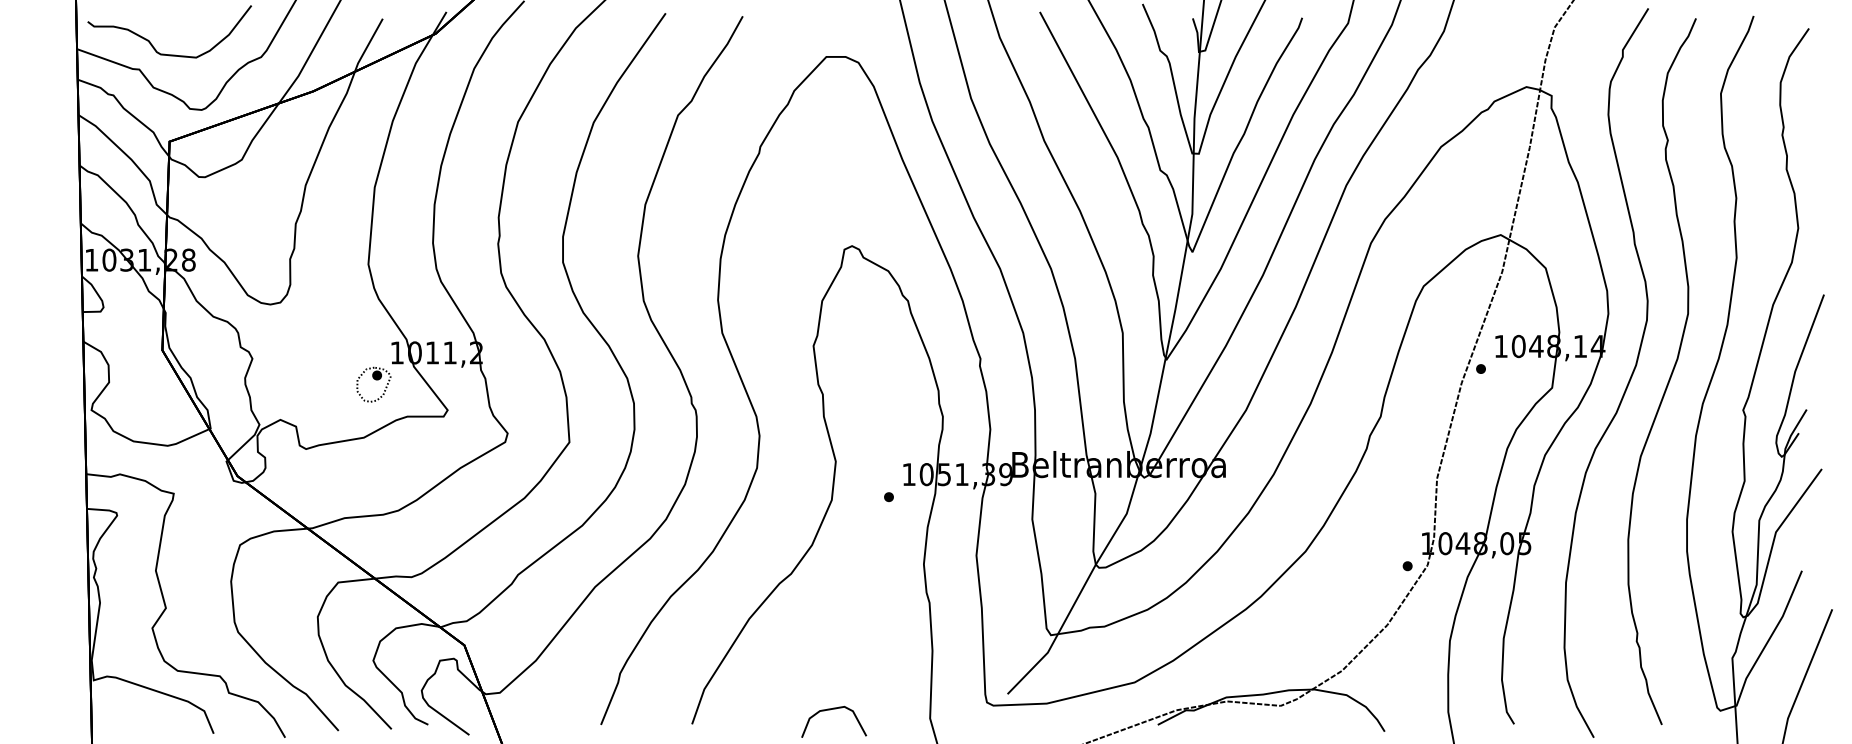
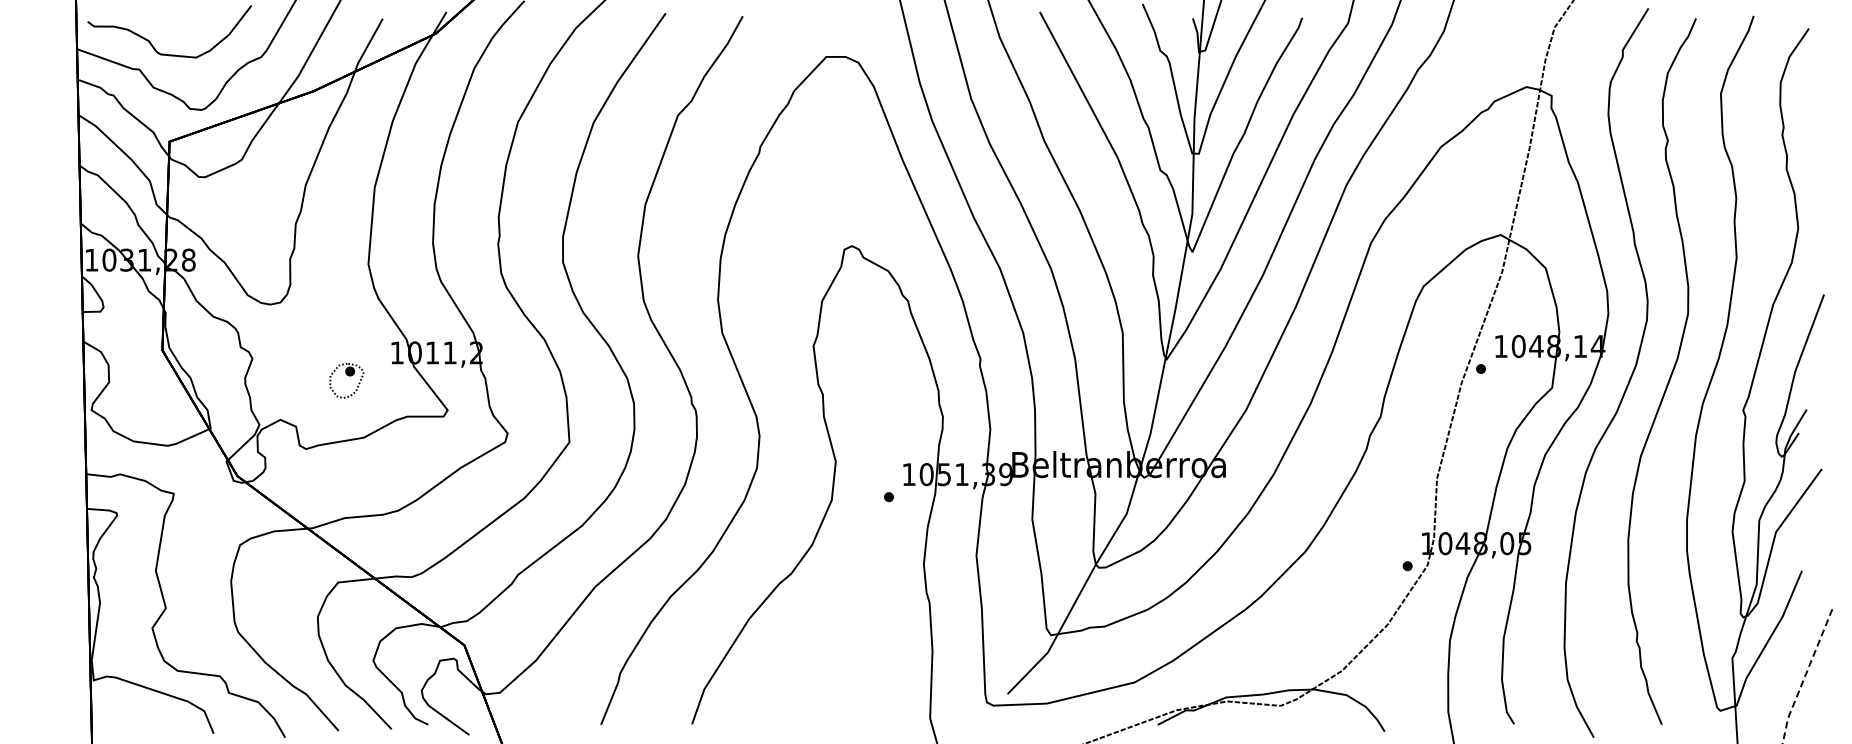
part at (373, 384) position: (373, 384) -> (346, 380)
line at (1804, 676): solid -> dashed
curve at (830, 710): present -> none
